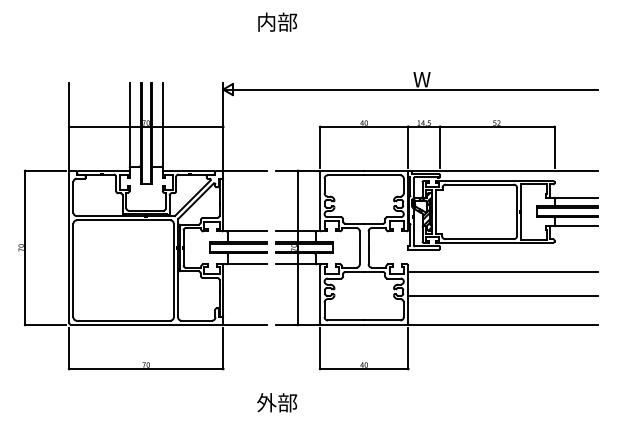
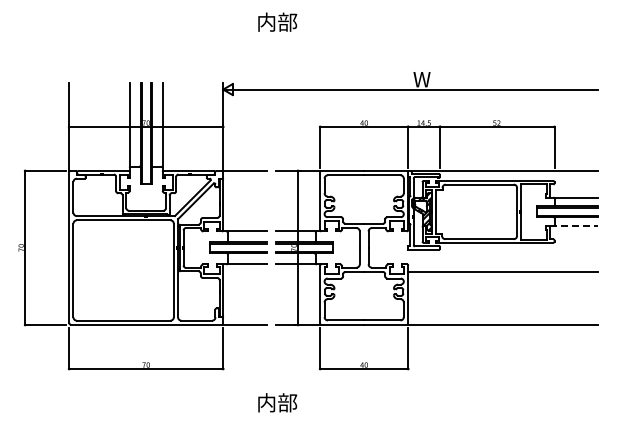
line at (574, 226): solid -> dashed
line at (503, 296): present -> none
text at (266, 402): 外部 -> 内部
